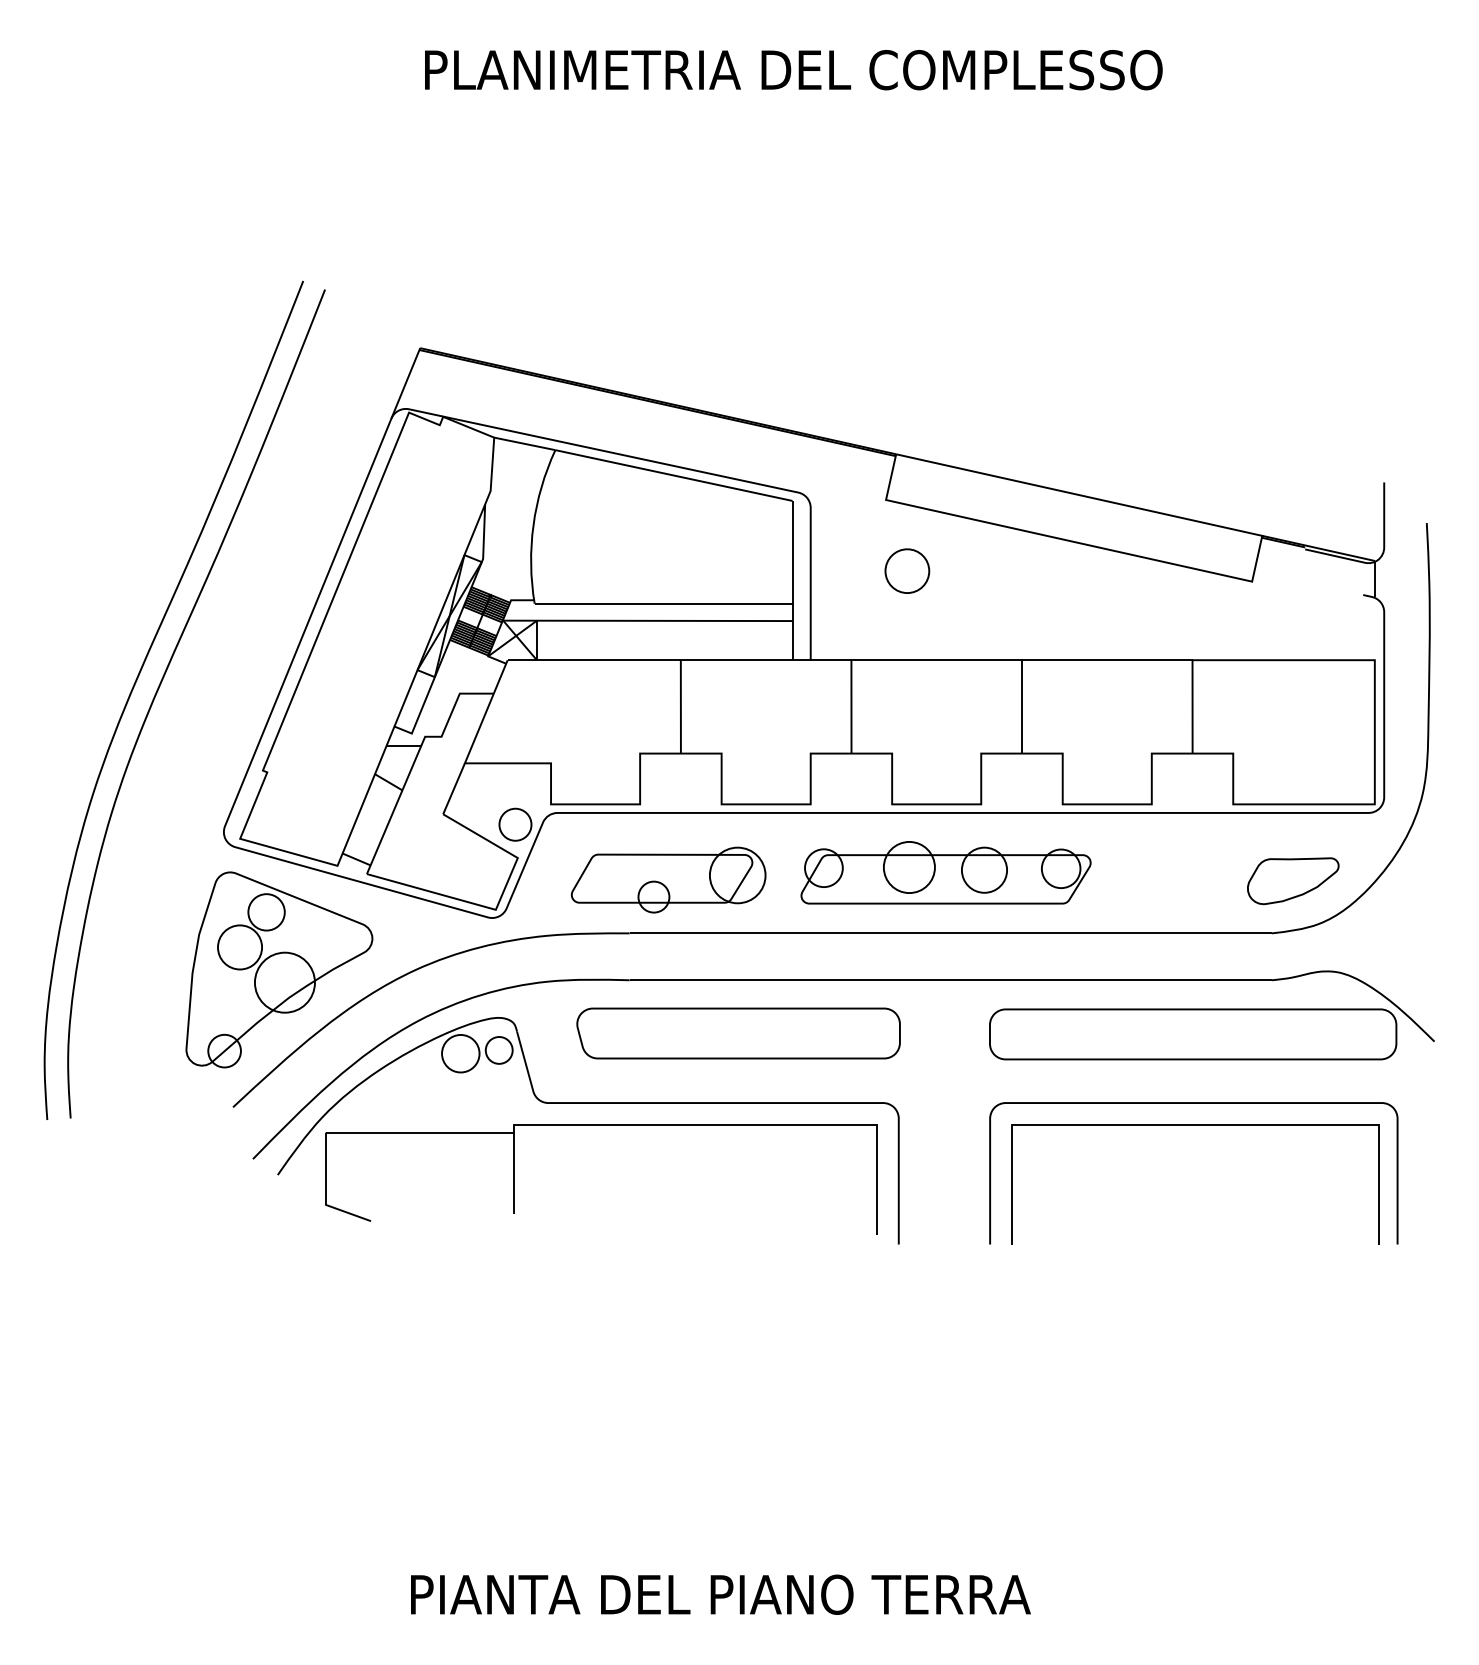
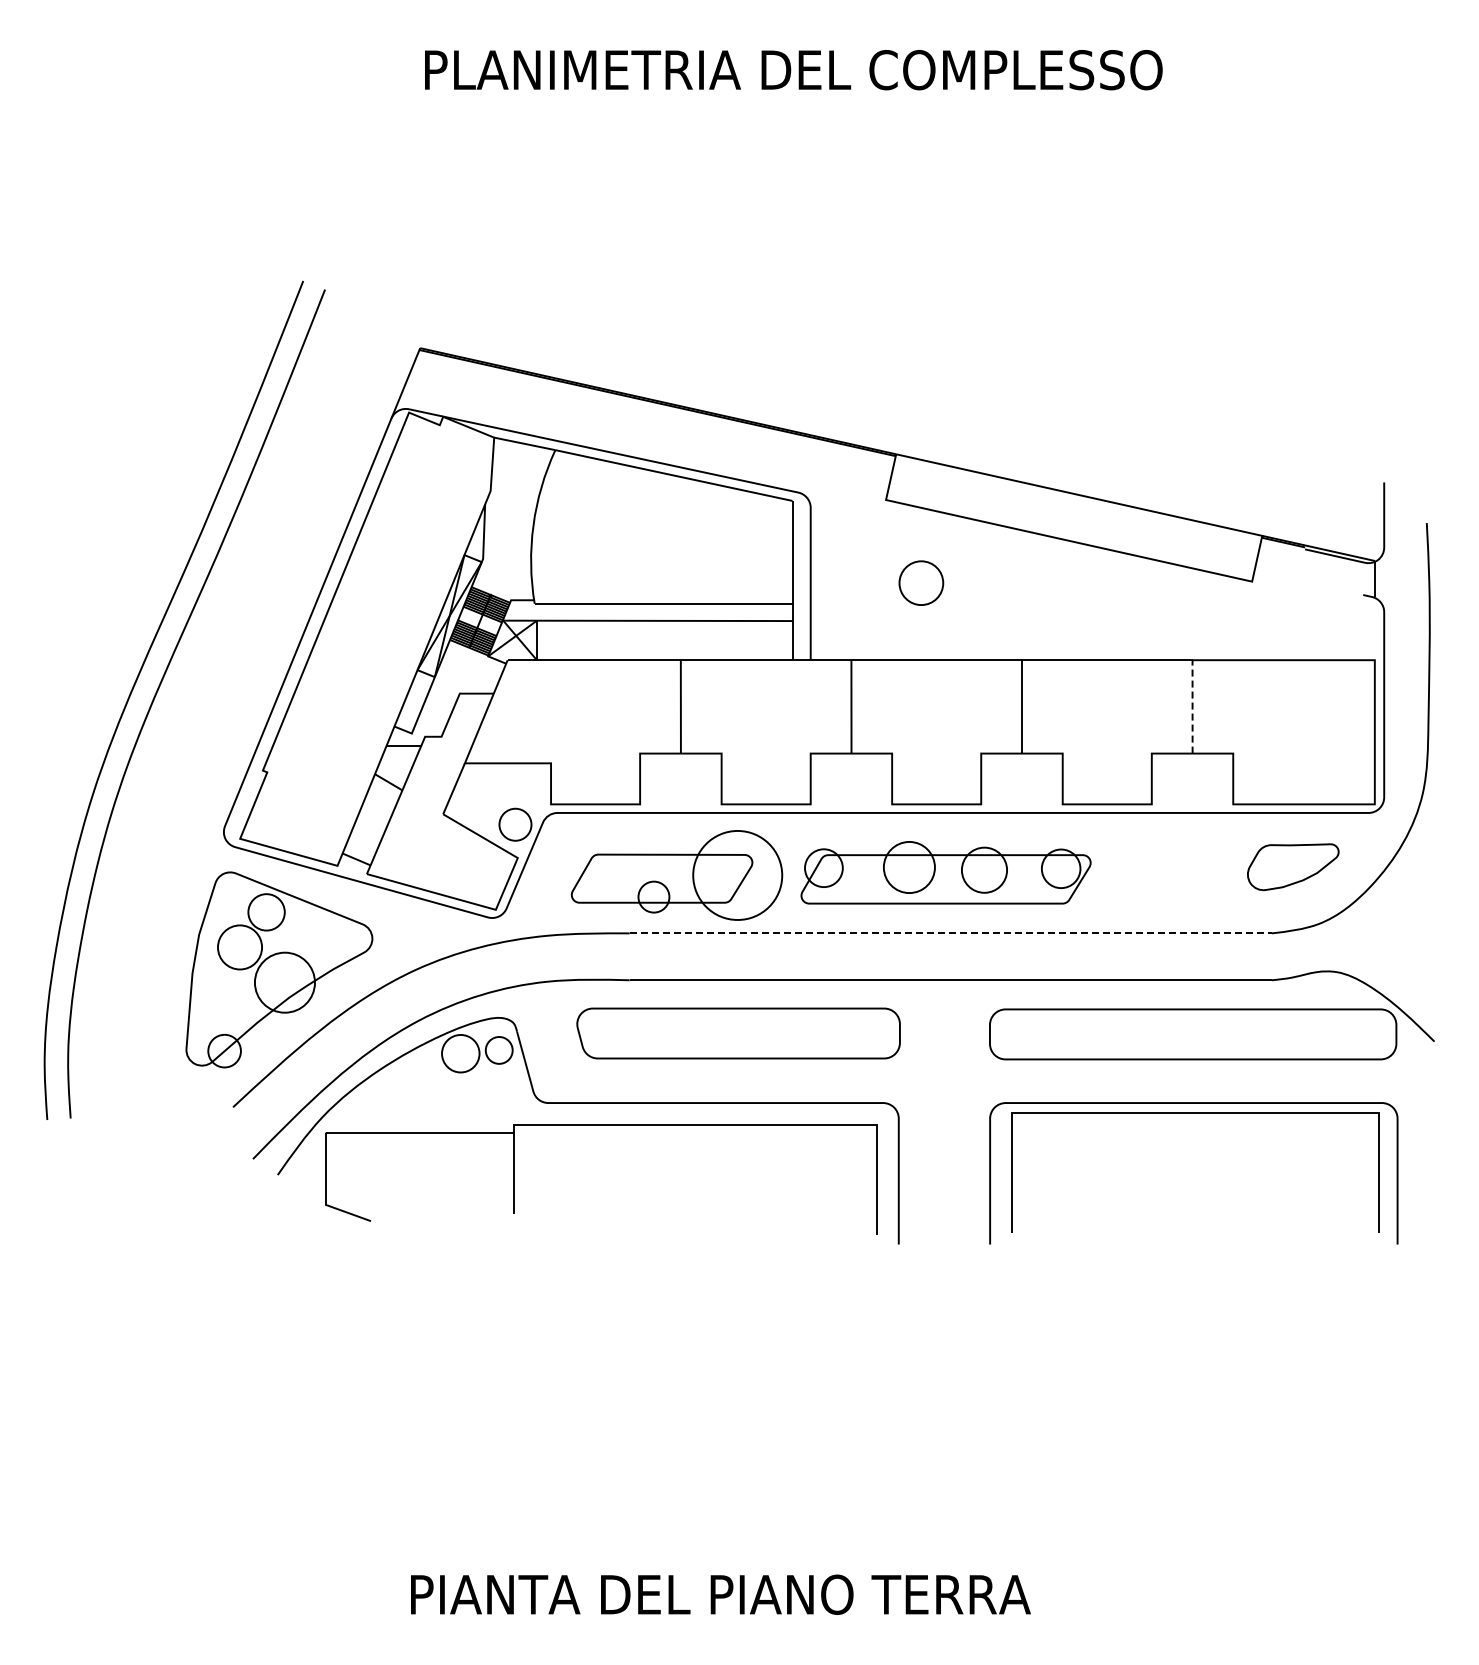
circle at (907, 570) position: (907, 570) -> (921, 582)
line at (1192, 706): solid -> dashed
circle at (737, 875) diameter: 56 px -> 89 px
part at (1293, 881) position: (1293, 881) -> (1293, 867)
line at (951, 933): solid -> dashed
line at (1195, 1125) position: (1195, 1125) -> (1195, 1113)
